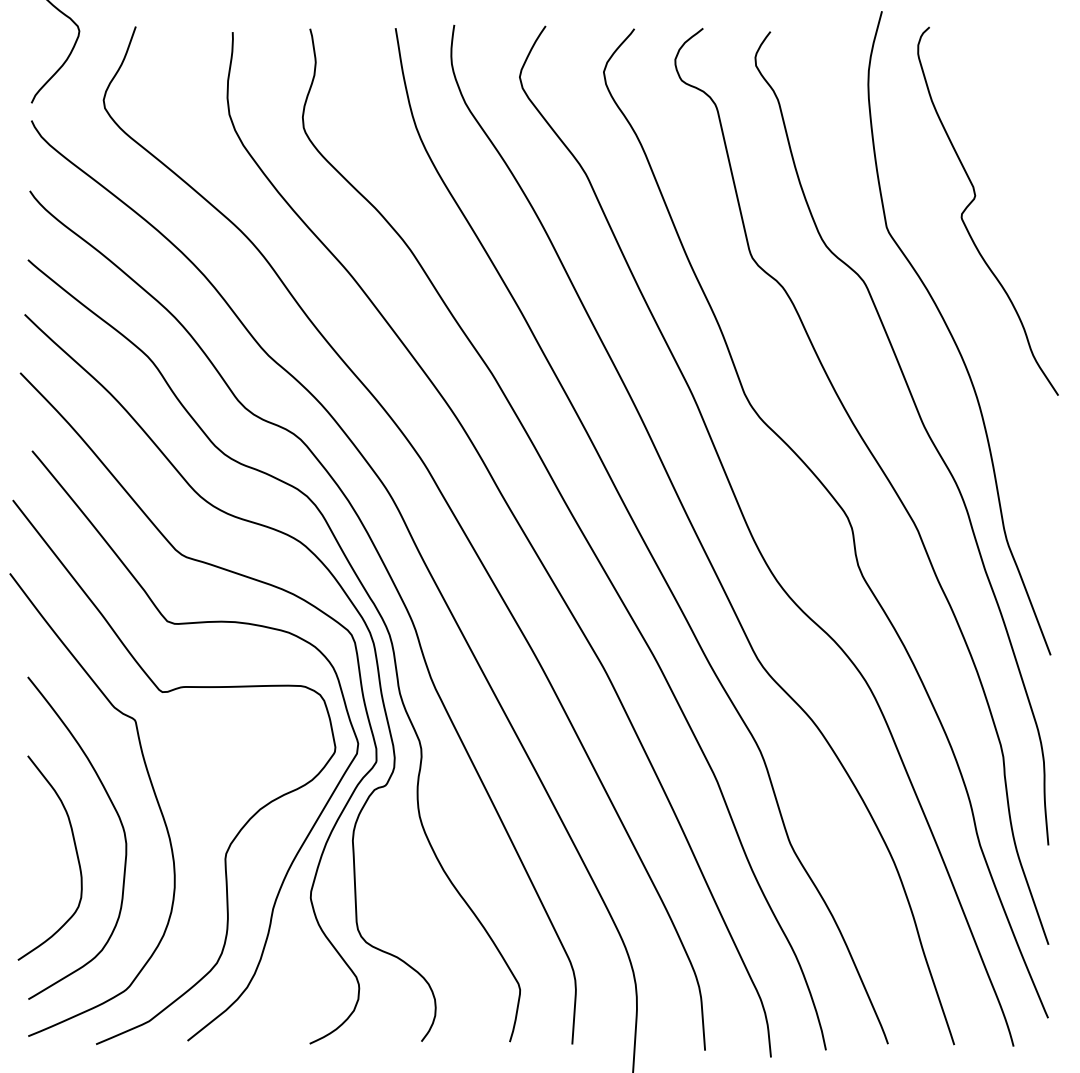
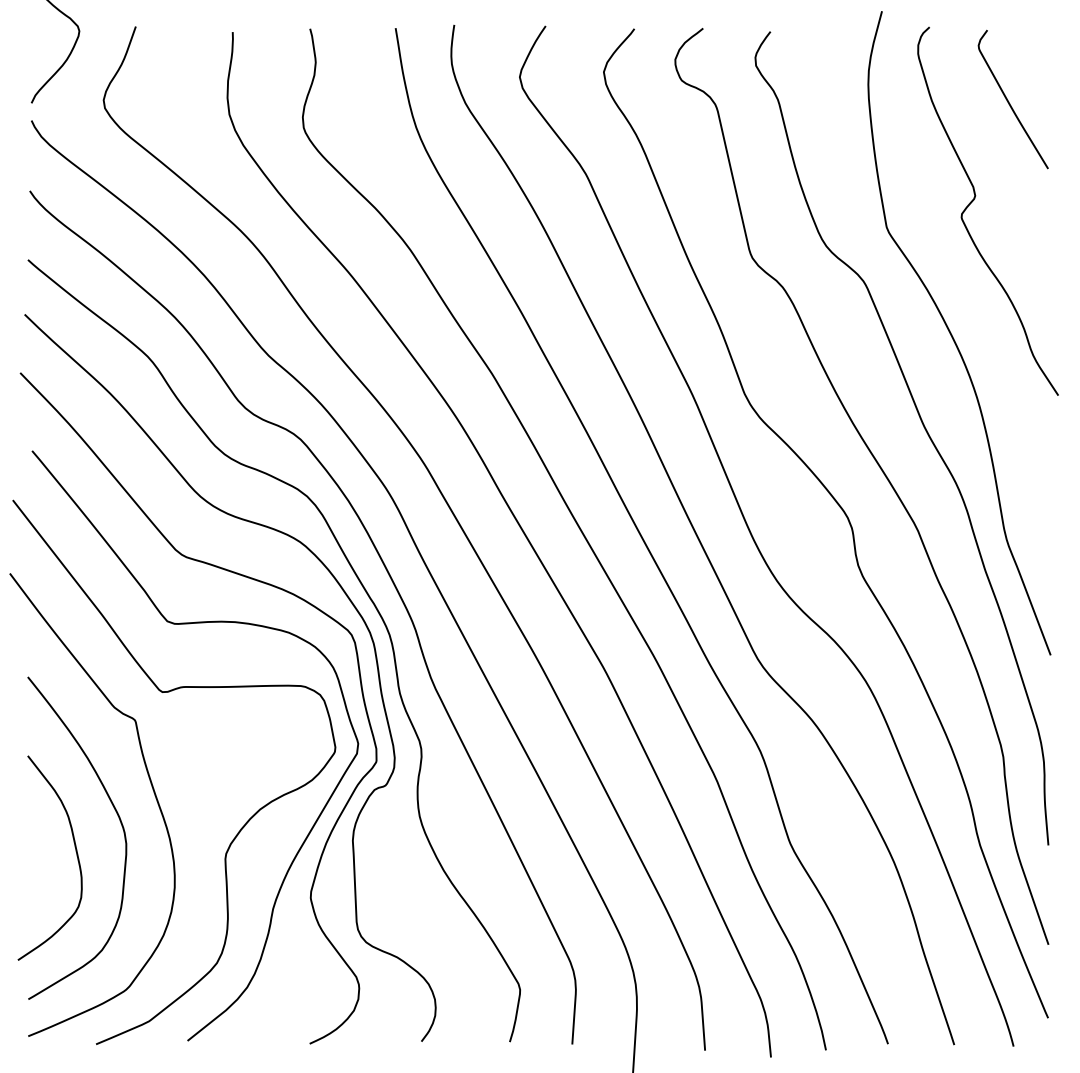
curve at (1009, 101): none -> present
